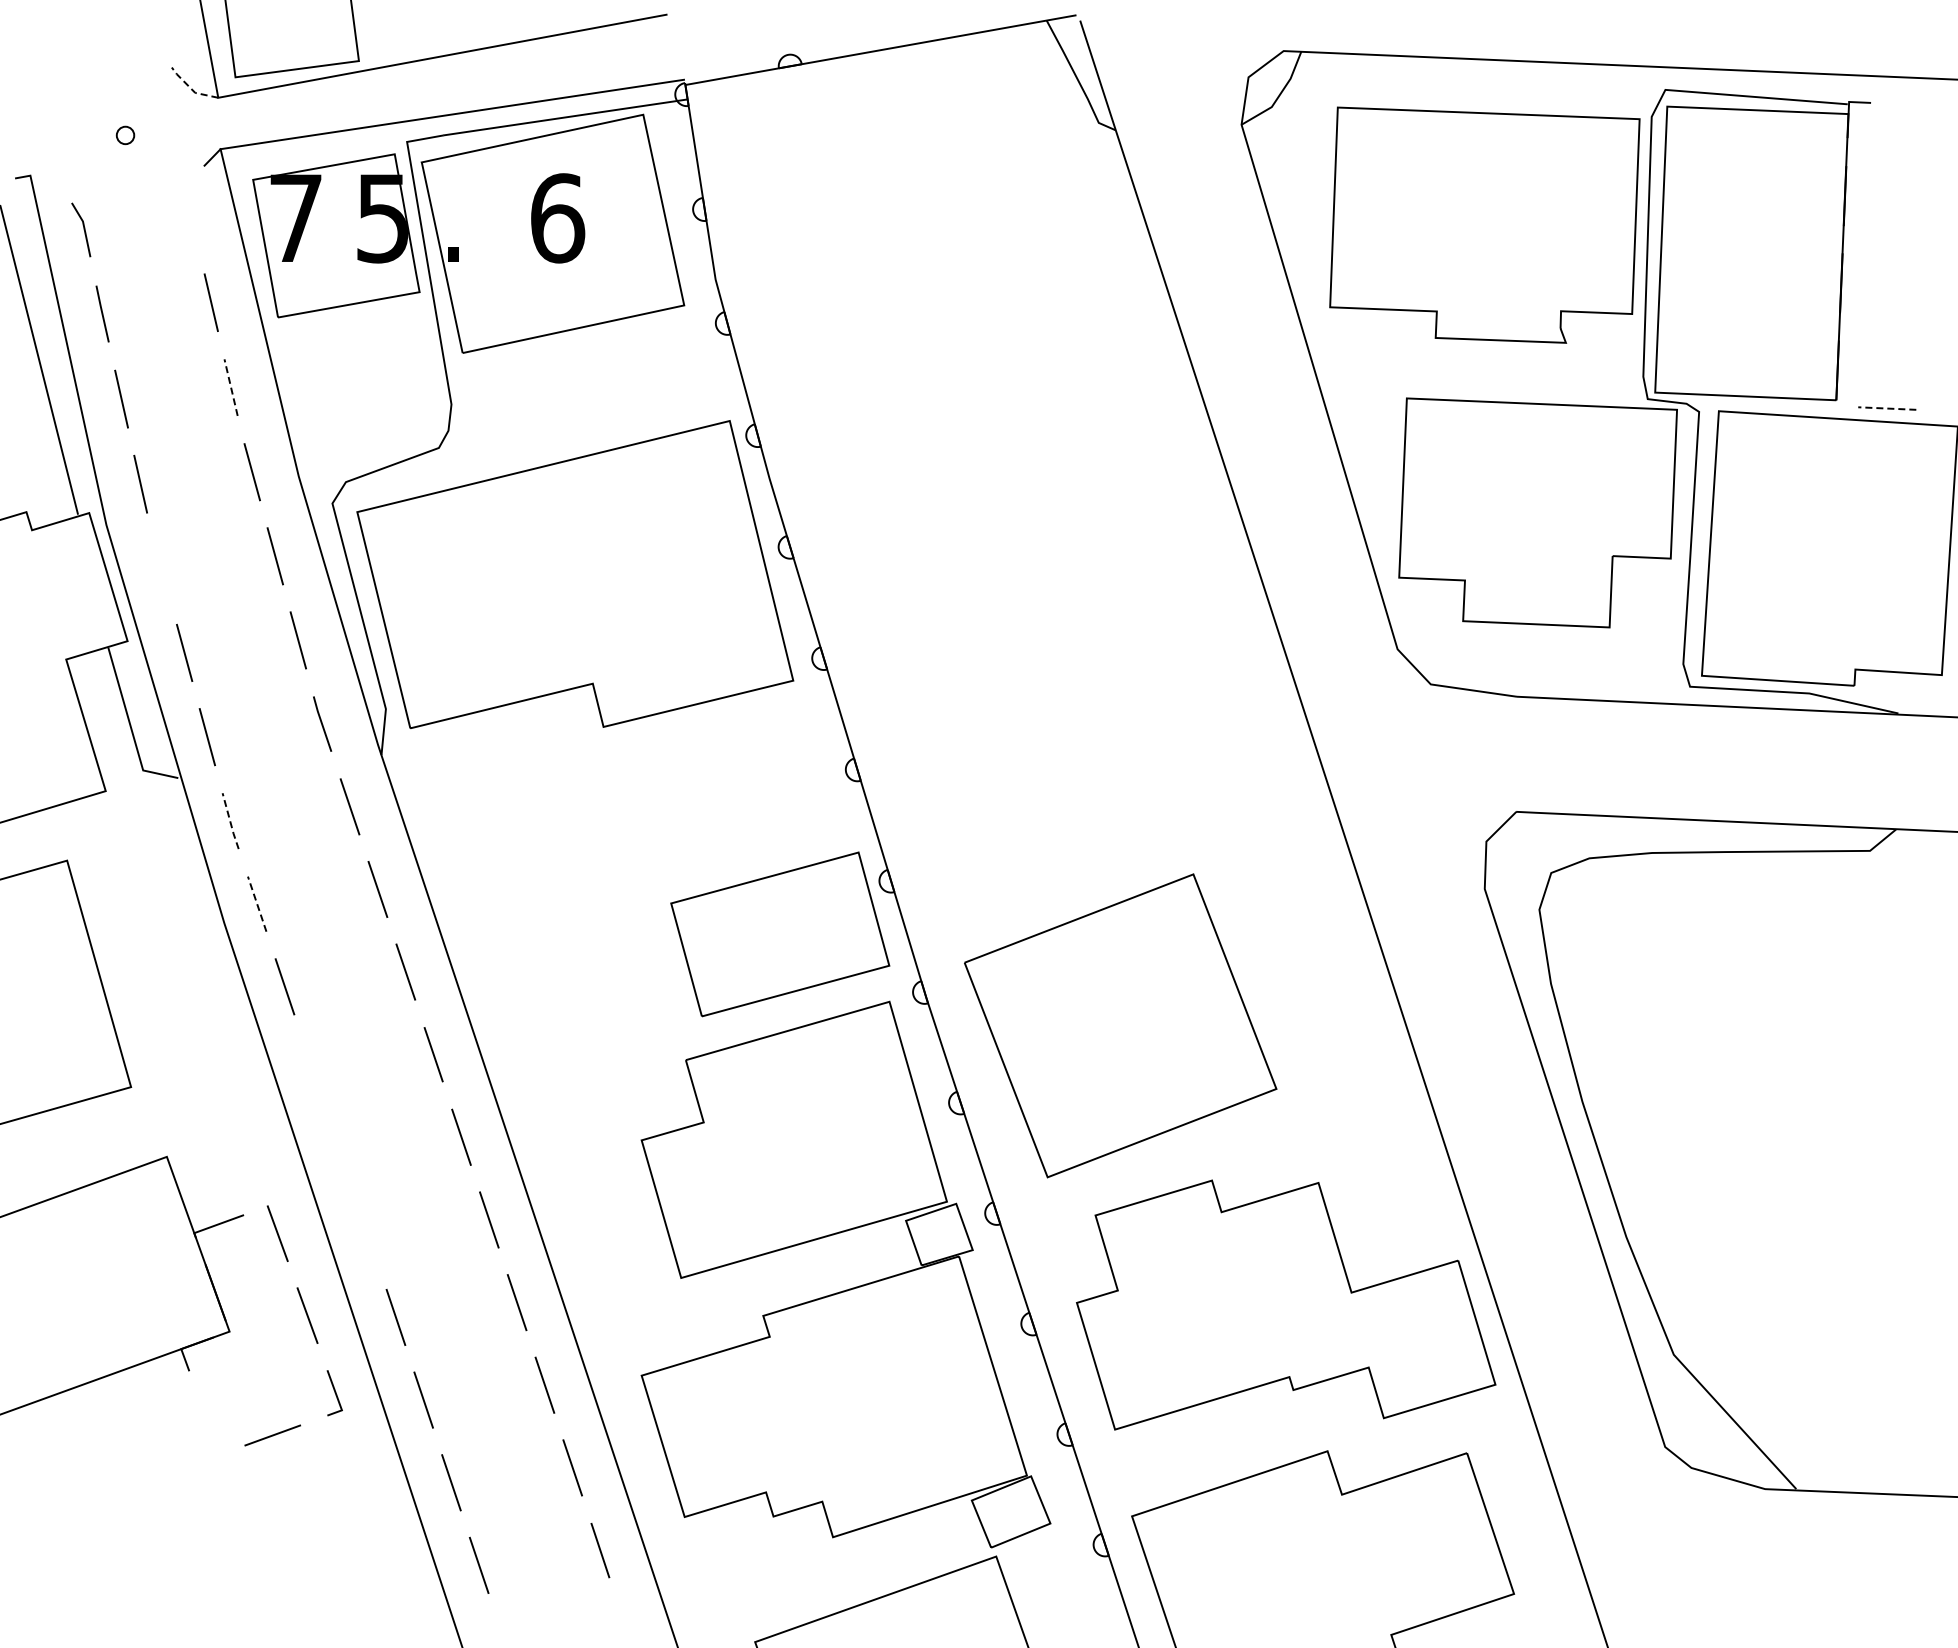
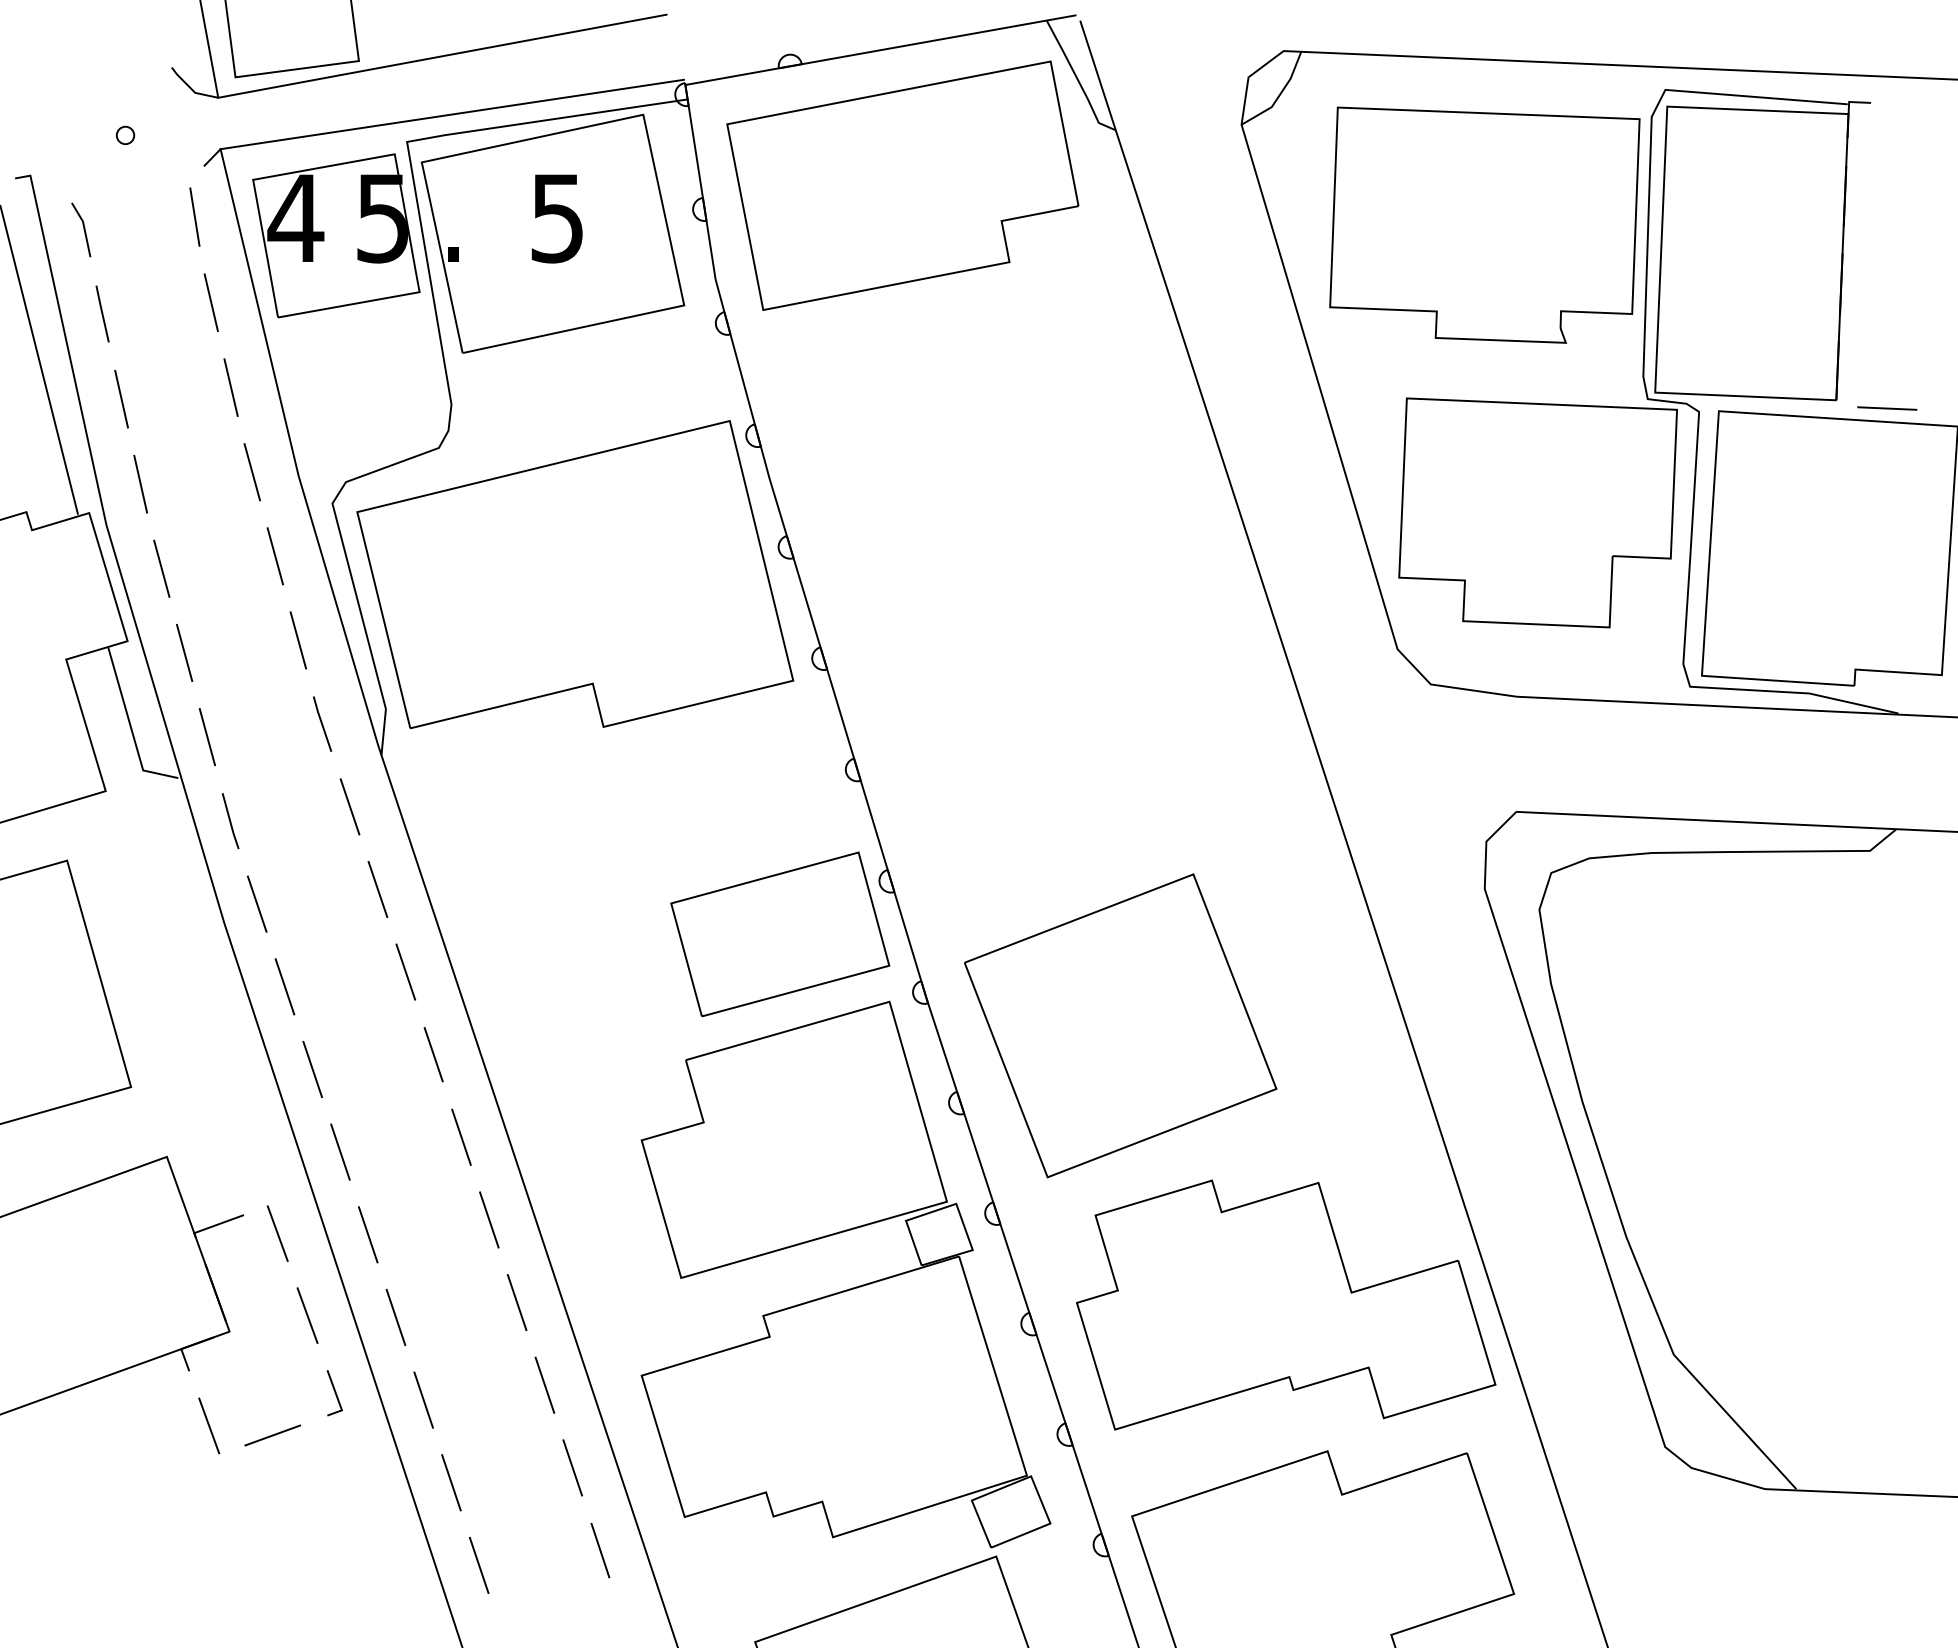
line at (191, 88): dashed -> solid
part at (902, 185): none -> present
line at (194, 216): none -> present
text at (295, 217): 7 -> 4
text at (558, 218): 6 -> 5
line at (230, 387): dashed -> solid
line at (1886, 408): dashed -> solid
line at (161, 568): none -> present
line at (230, 821): dashed -> solid
line at (257, 903): dashed -> solid
line at (312, 1069): none -> present
line at (340, 1151): none -> present
line at (367, 1234): none -> present
line at (209, 1425): none -> present
